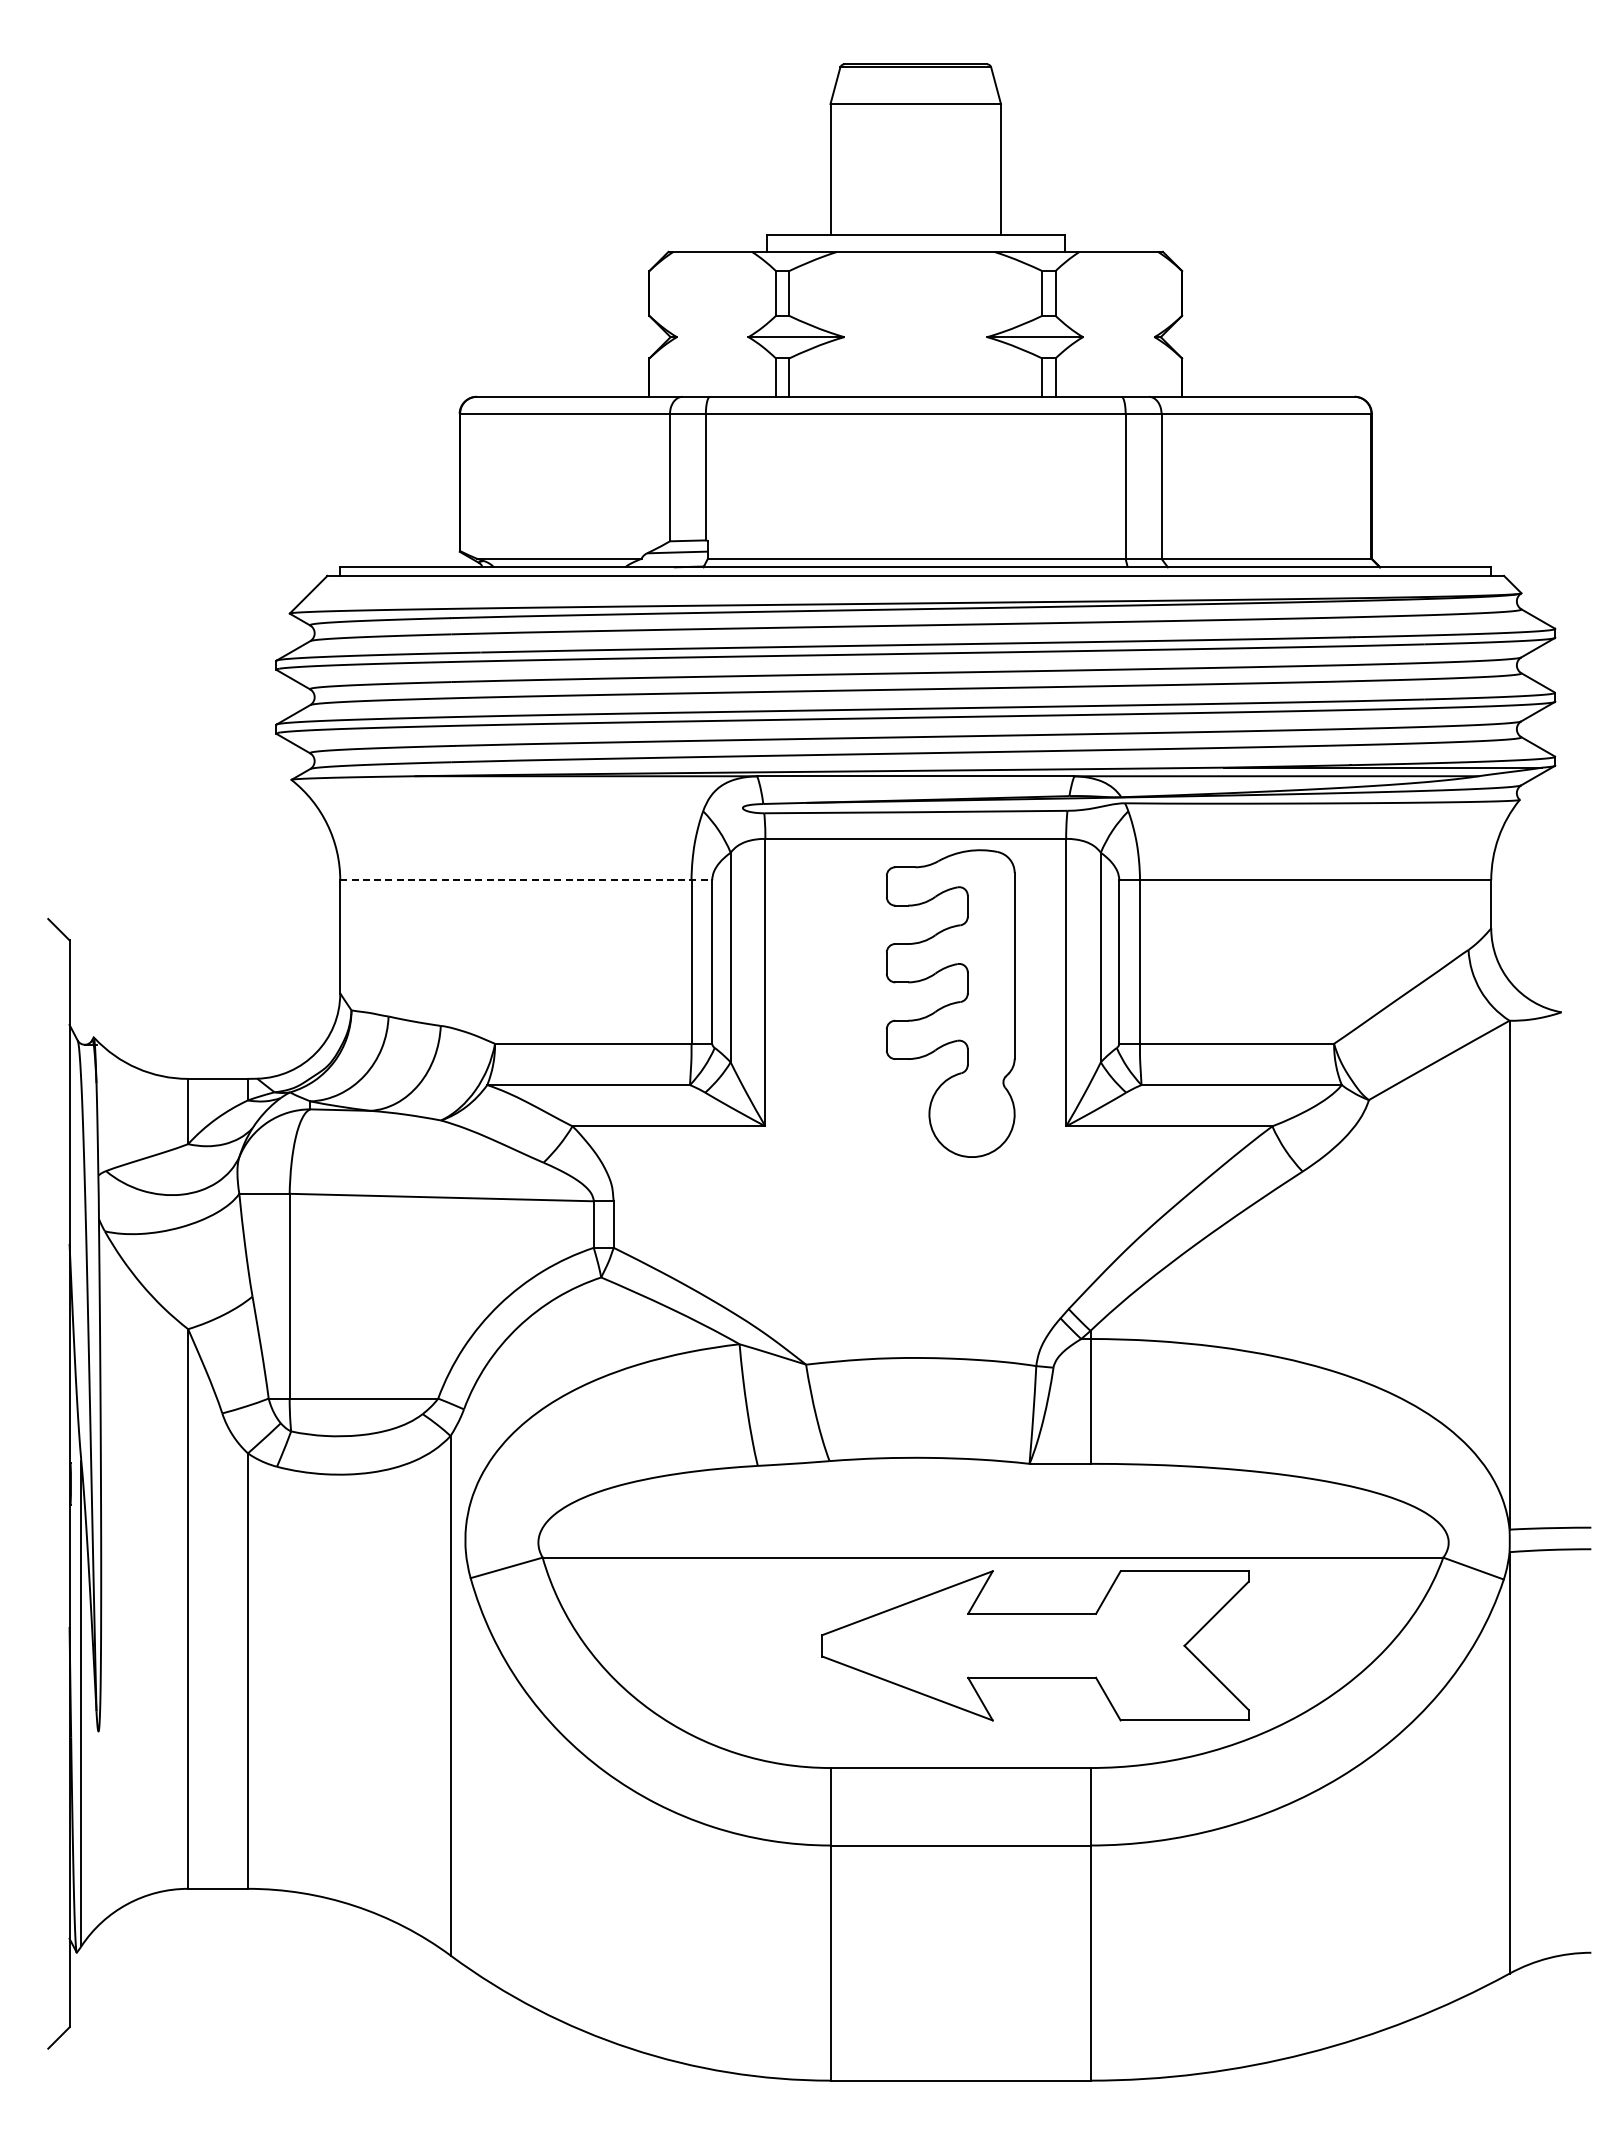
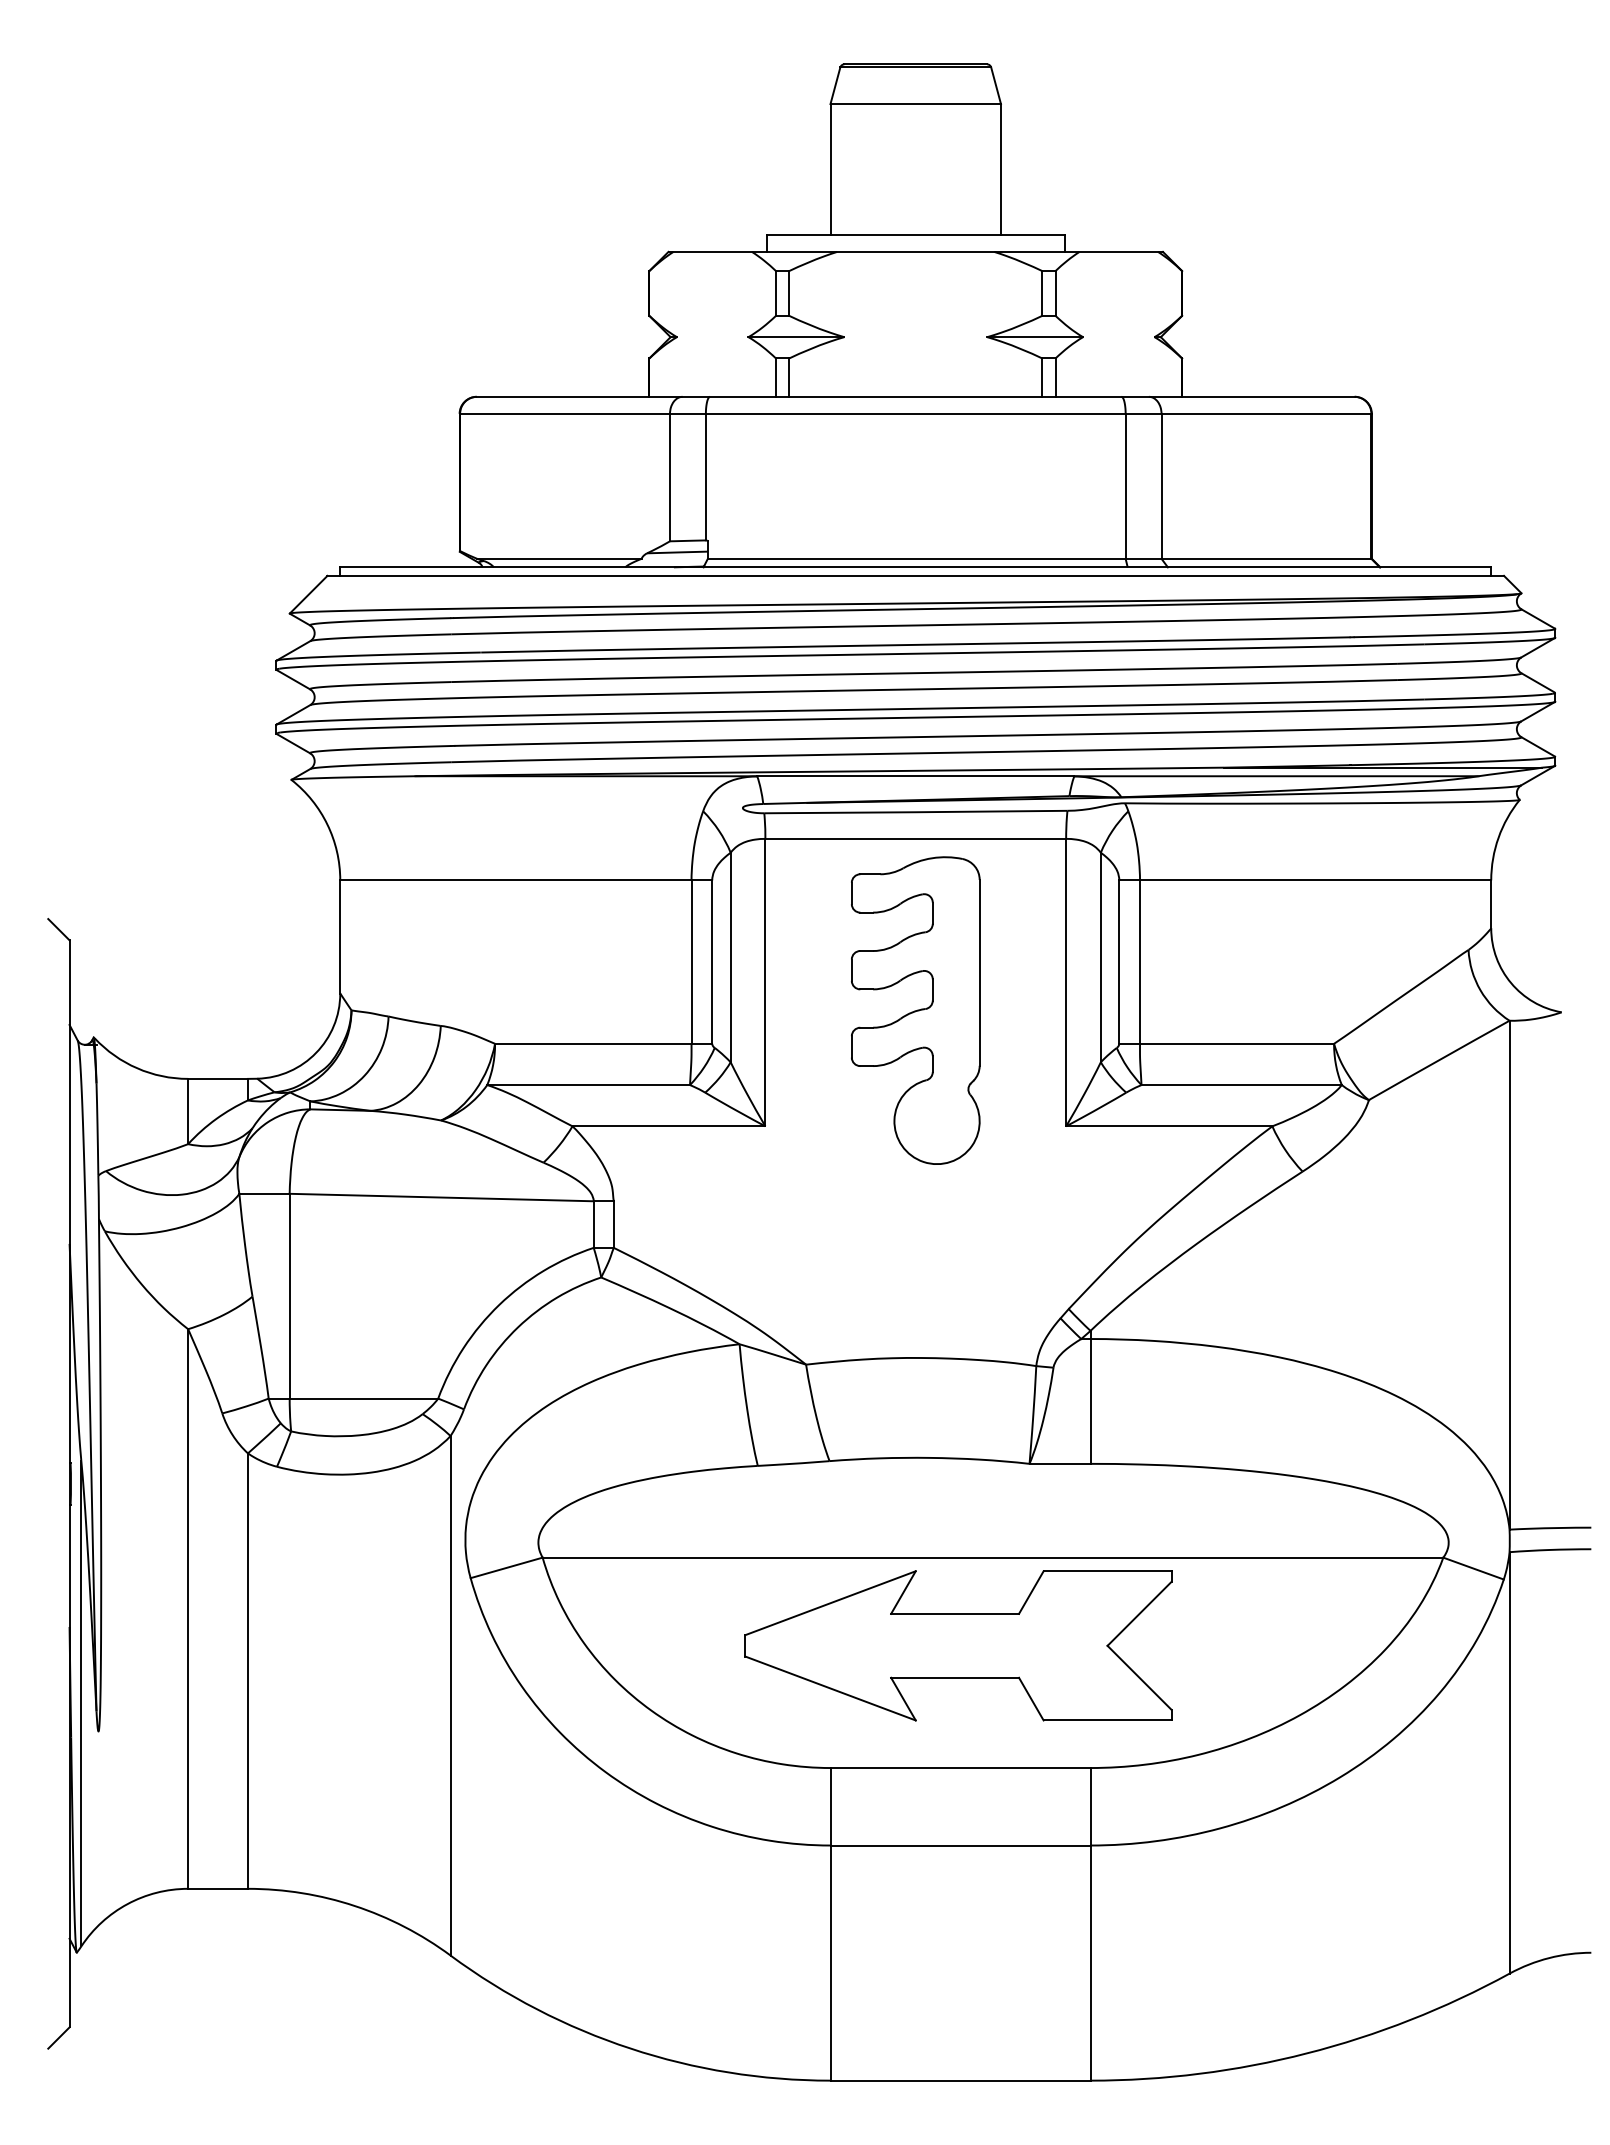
line at (526, 880): dashed -> solid
part at (950, 1003) position: (950, 1003) -> (915, 1010)
part at (1035, 1645) position: (1035, 1645) -> (958, 1645)
